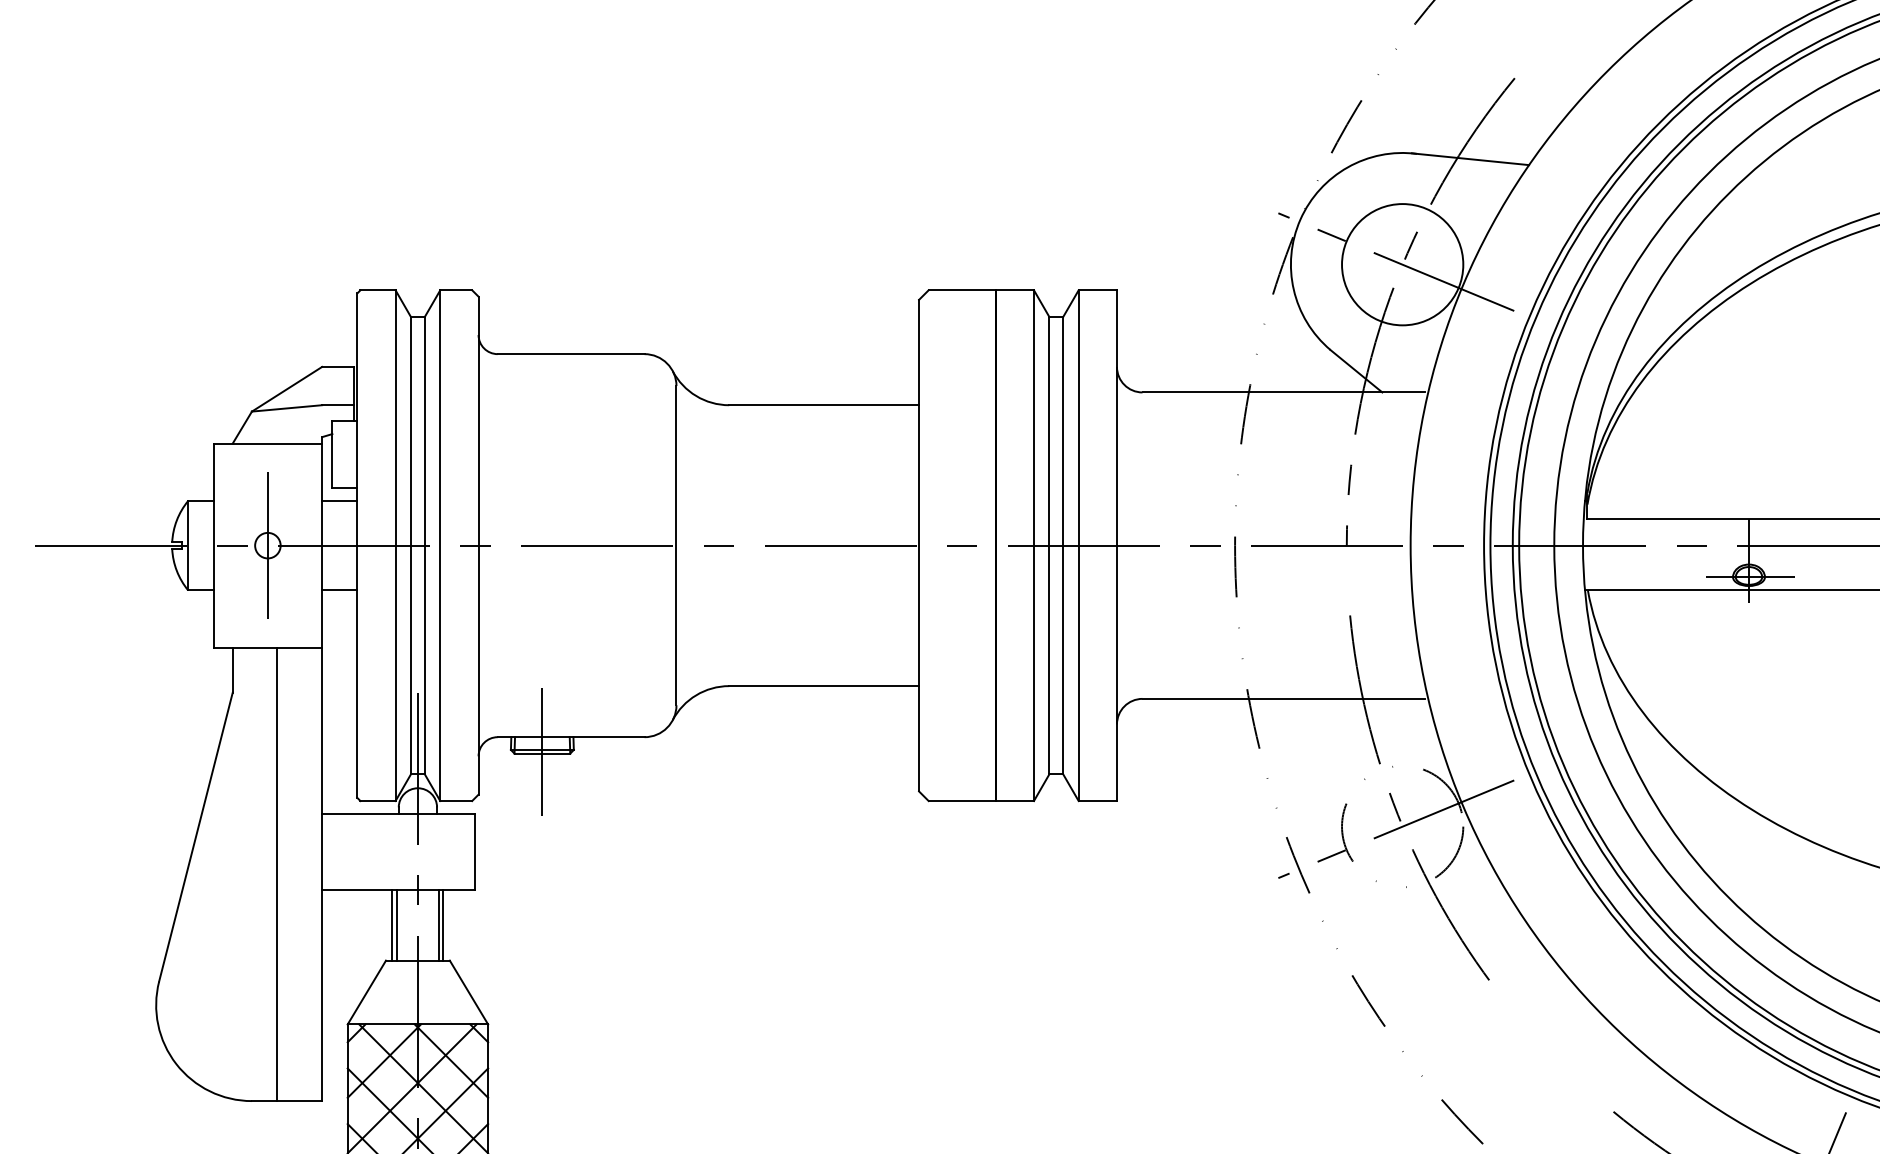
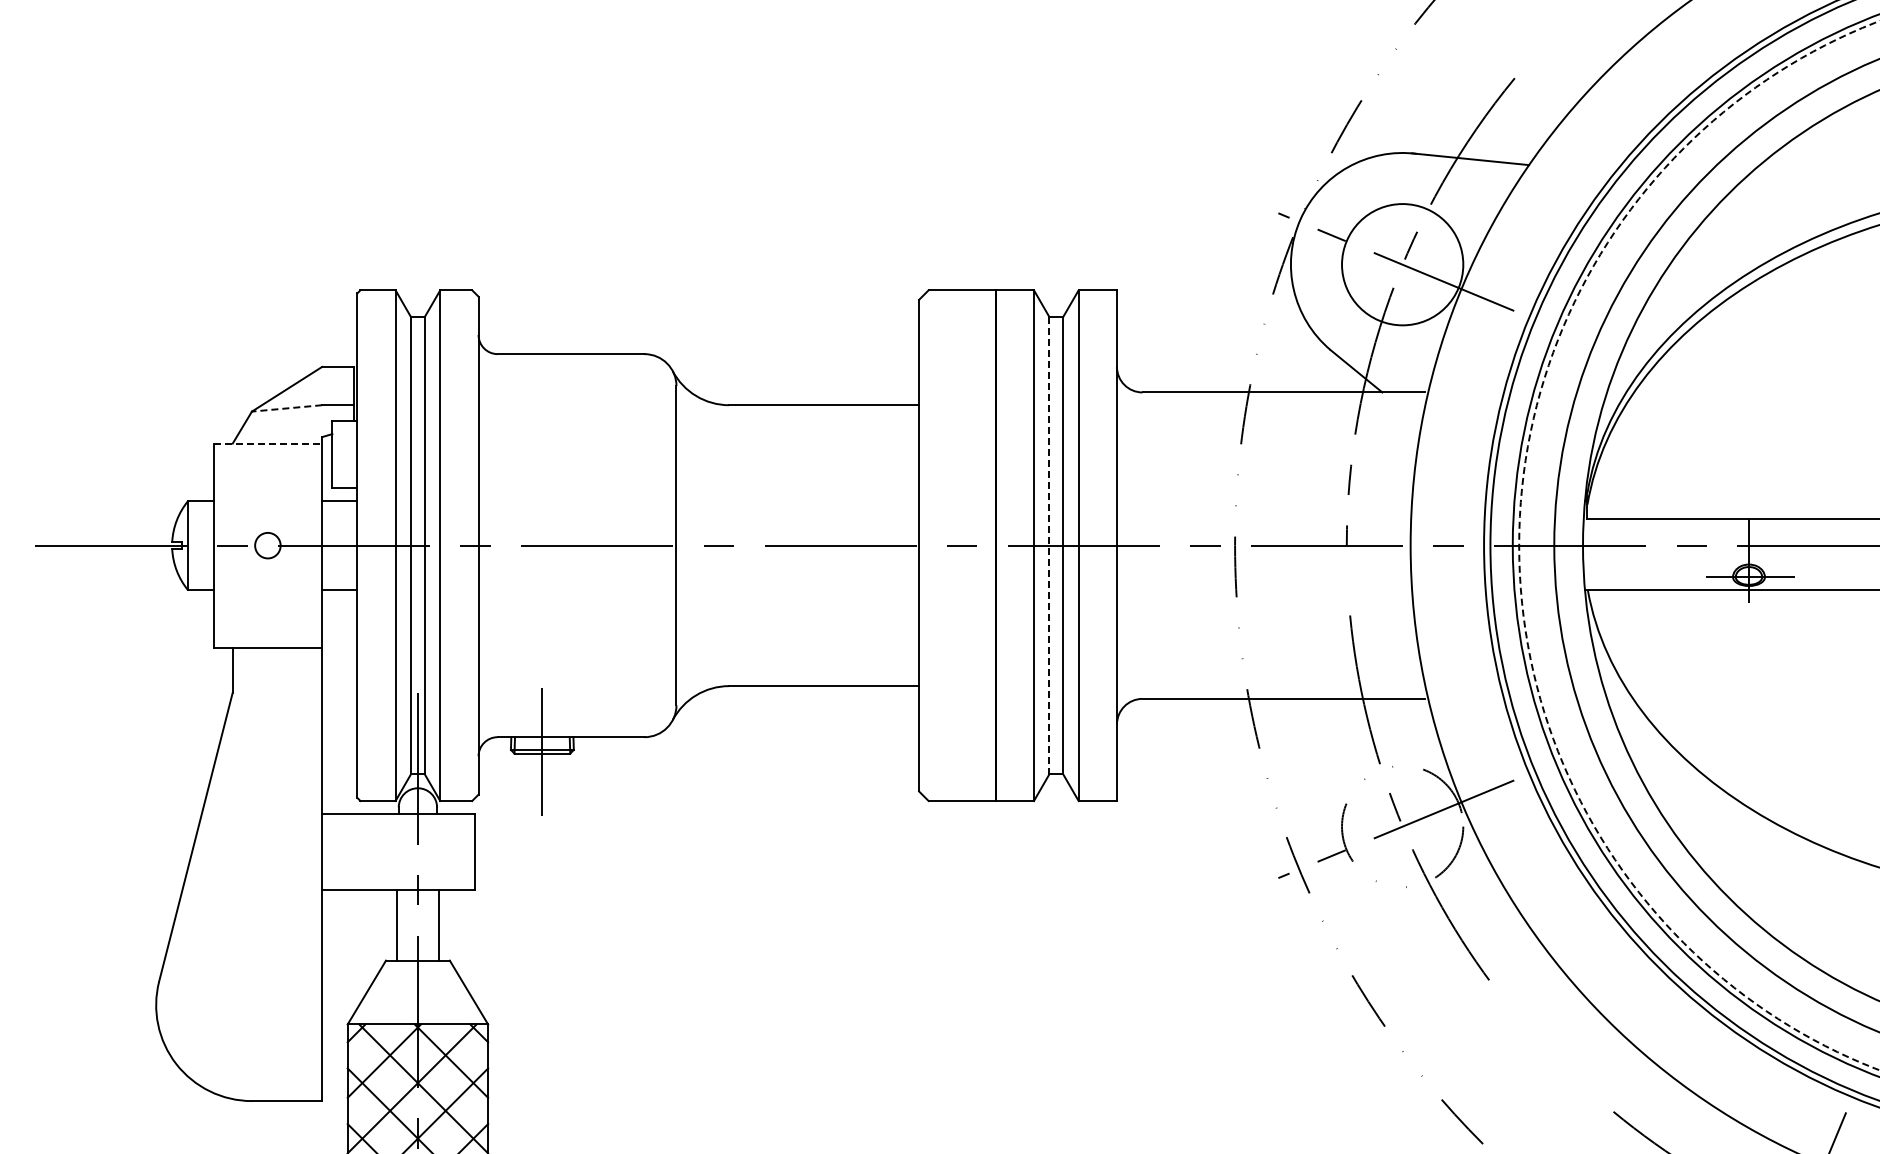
line at (286, 408): solid -> dashed
line at (268, 443): solid -> dashed
line at (267, 545): present -> none
line at (1049, 545): solid -> dashed
circle at (1699, 545): solid -> dashed
line at (277, 874): present -> none
line at (392, 925): present -> none
line at (443, 925): present -> none
